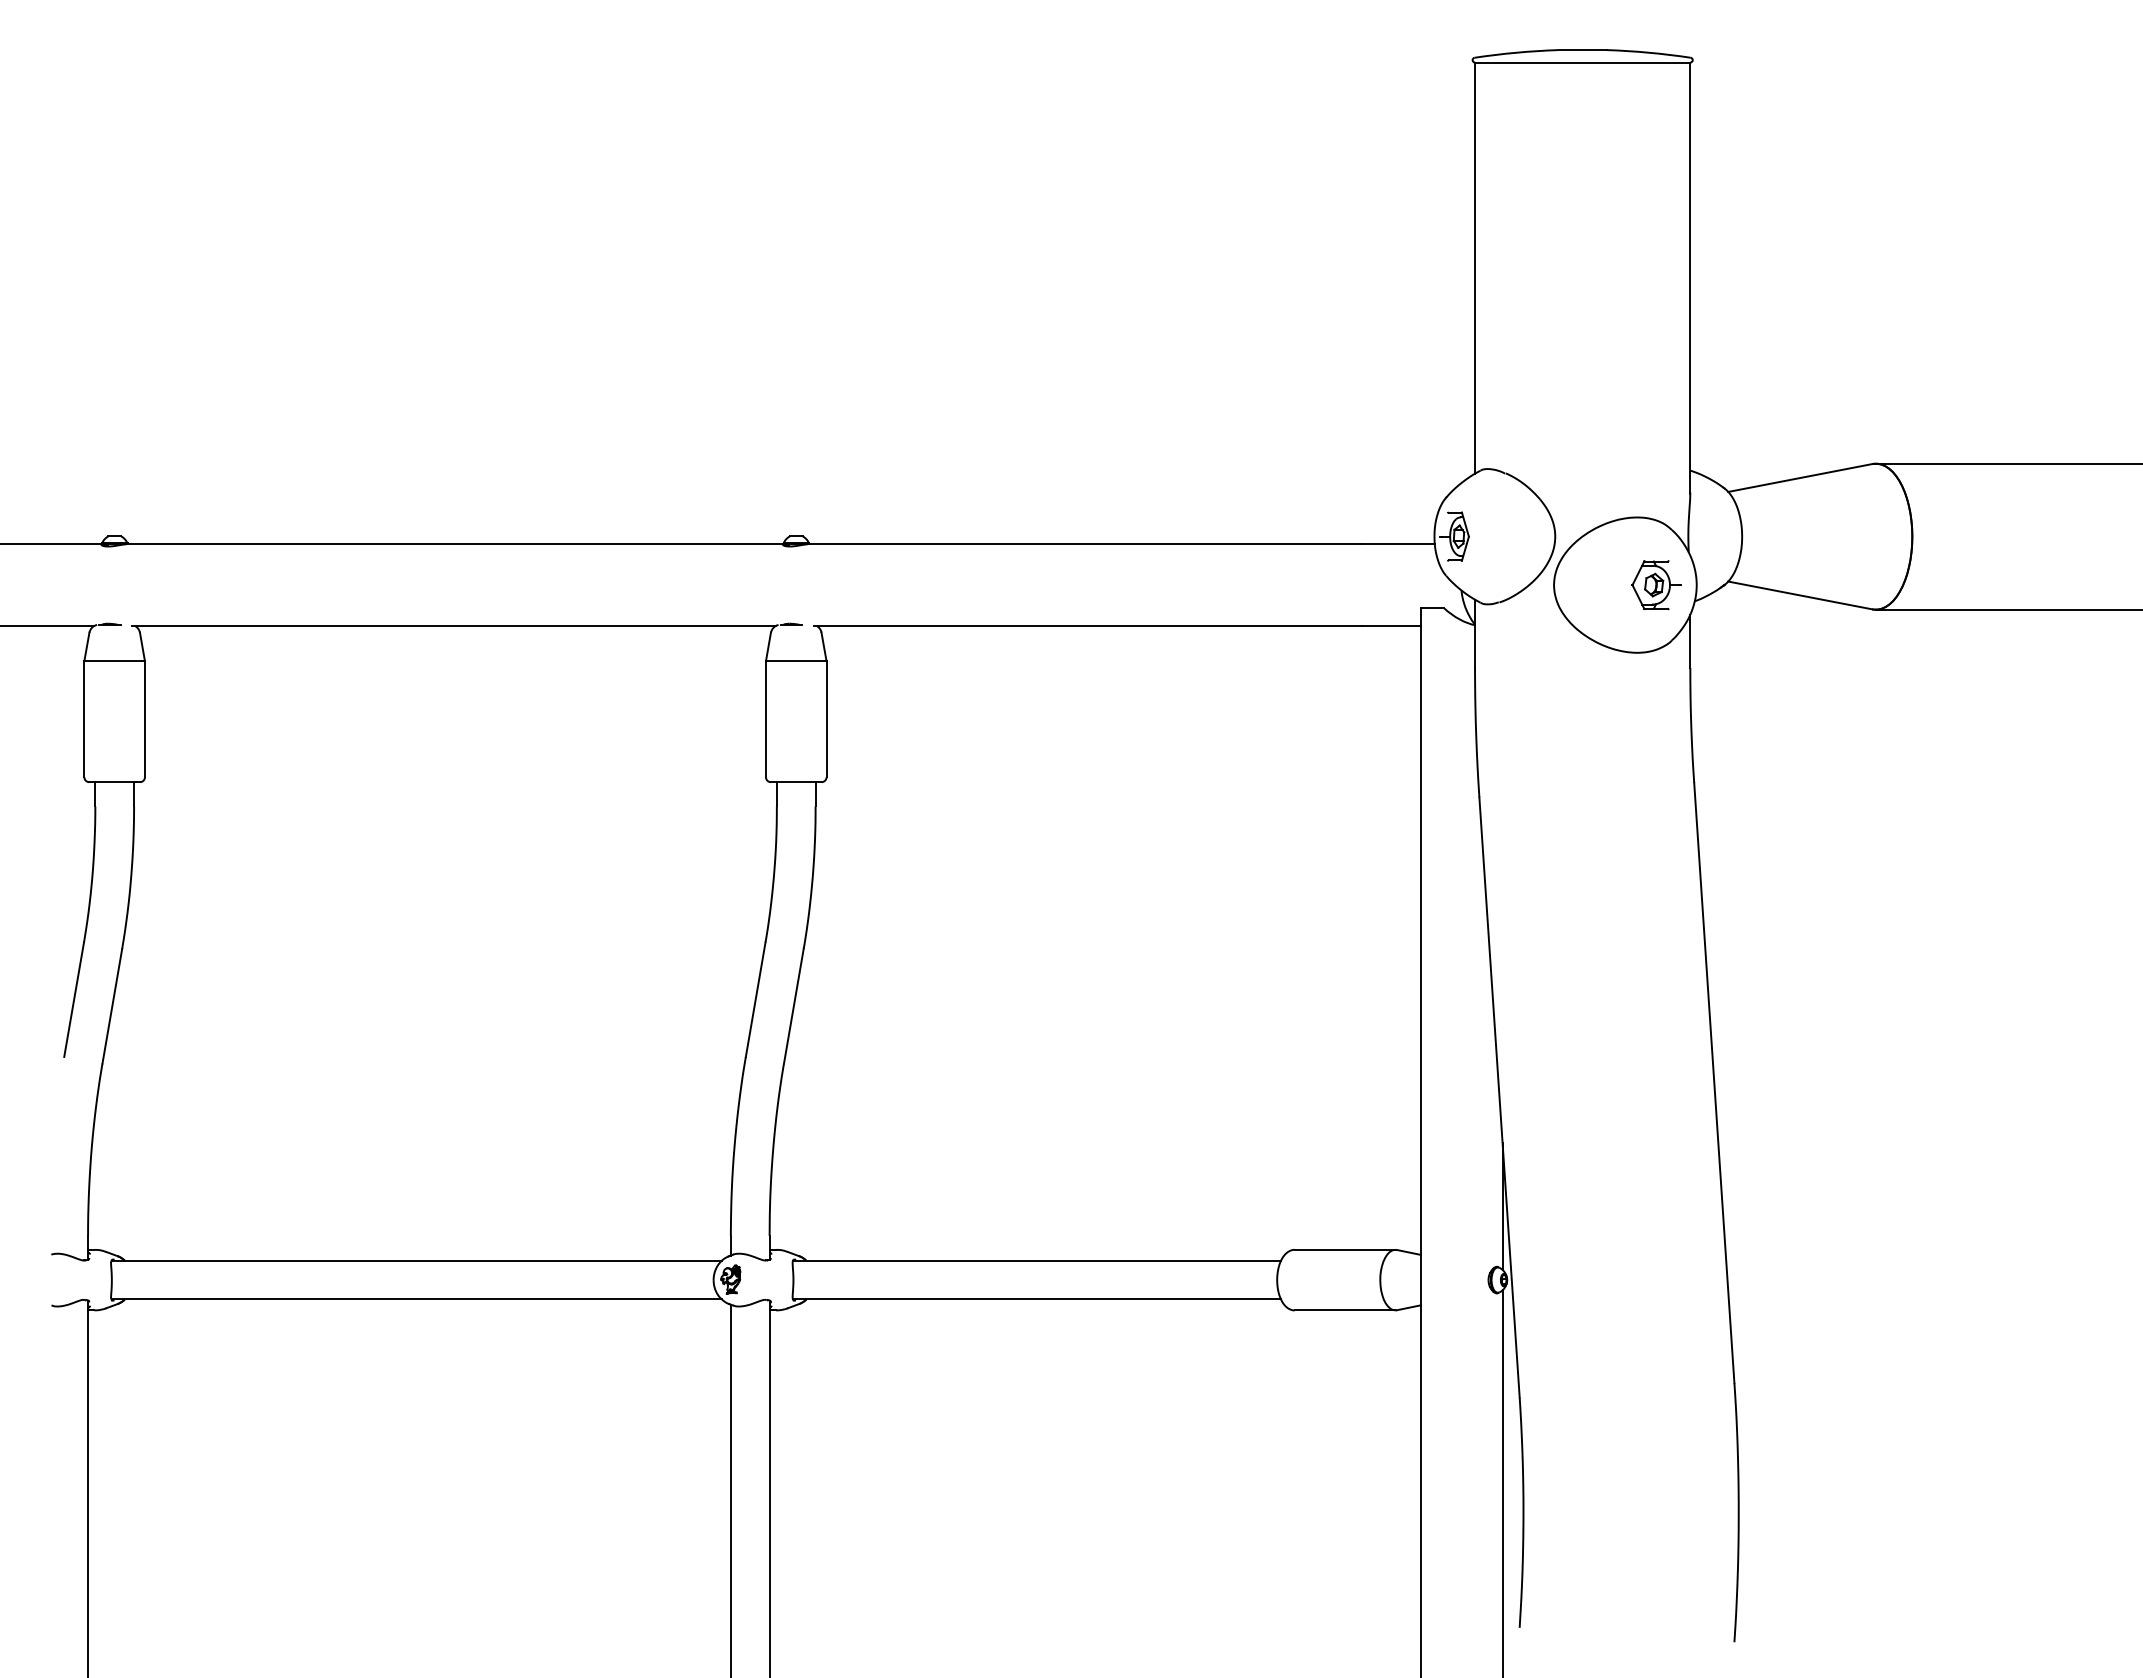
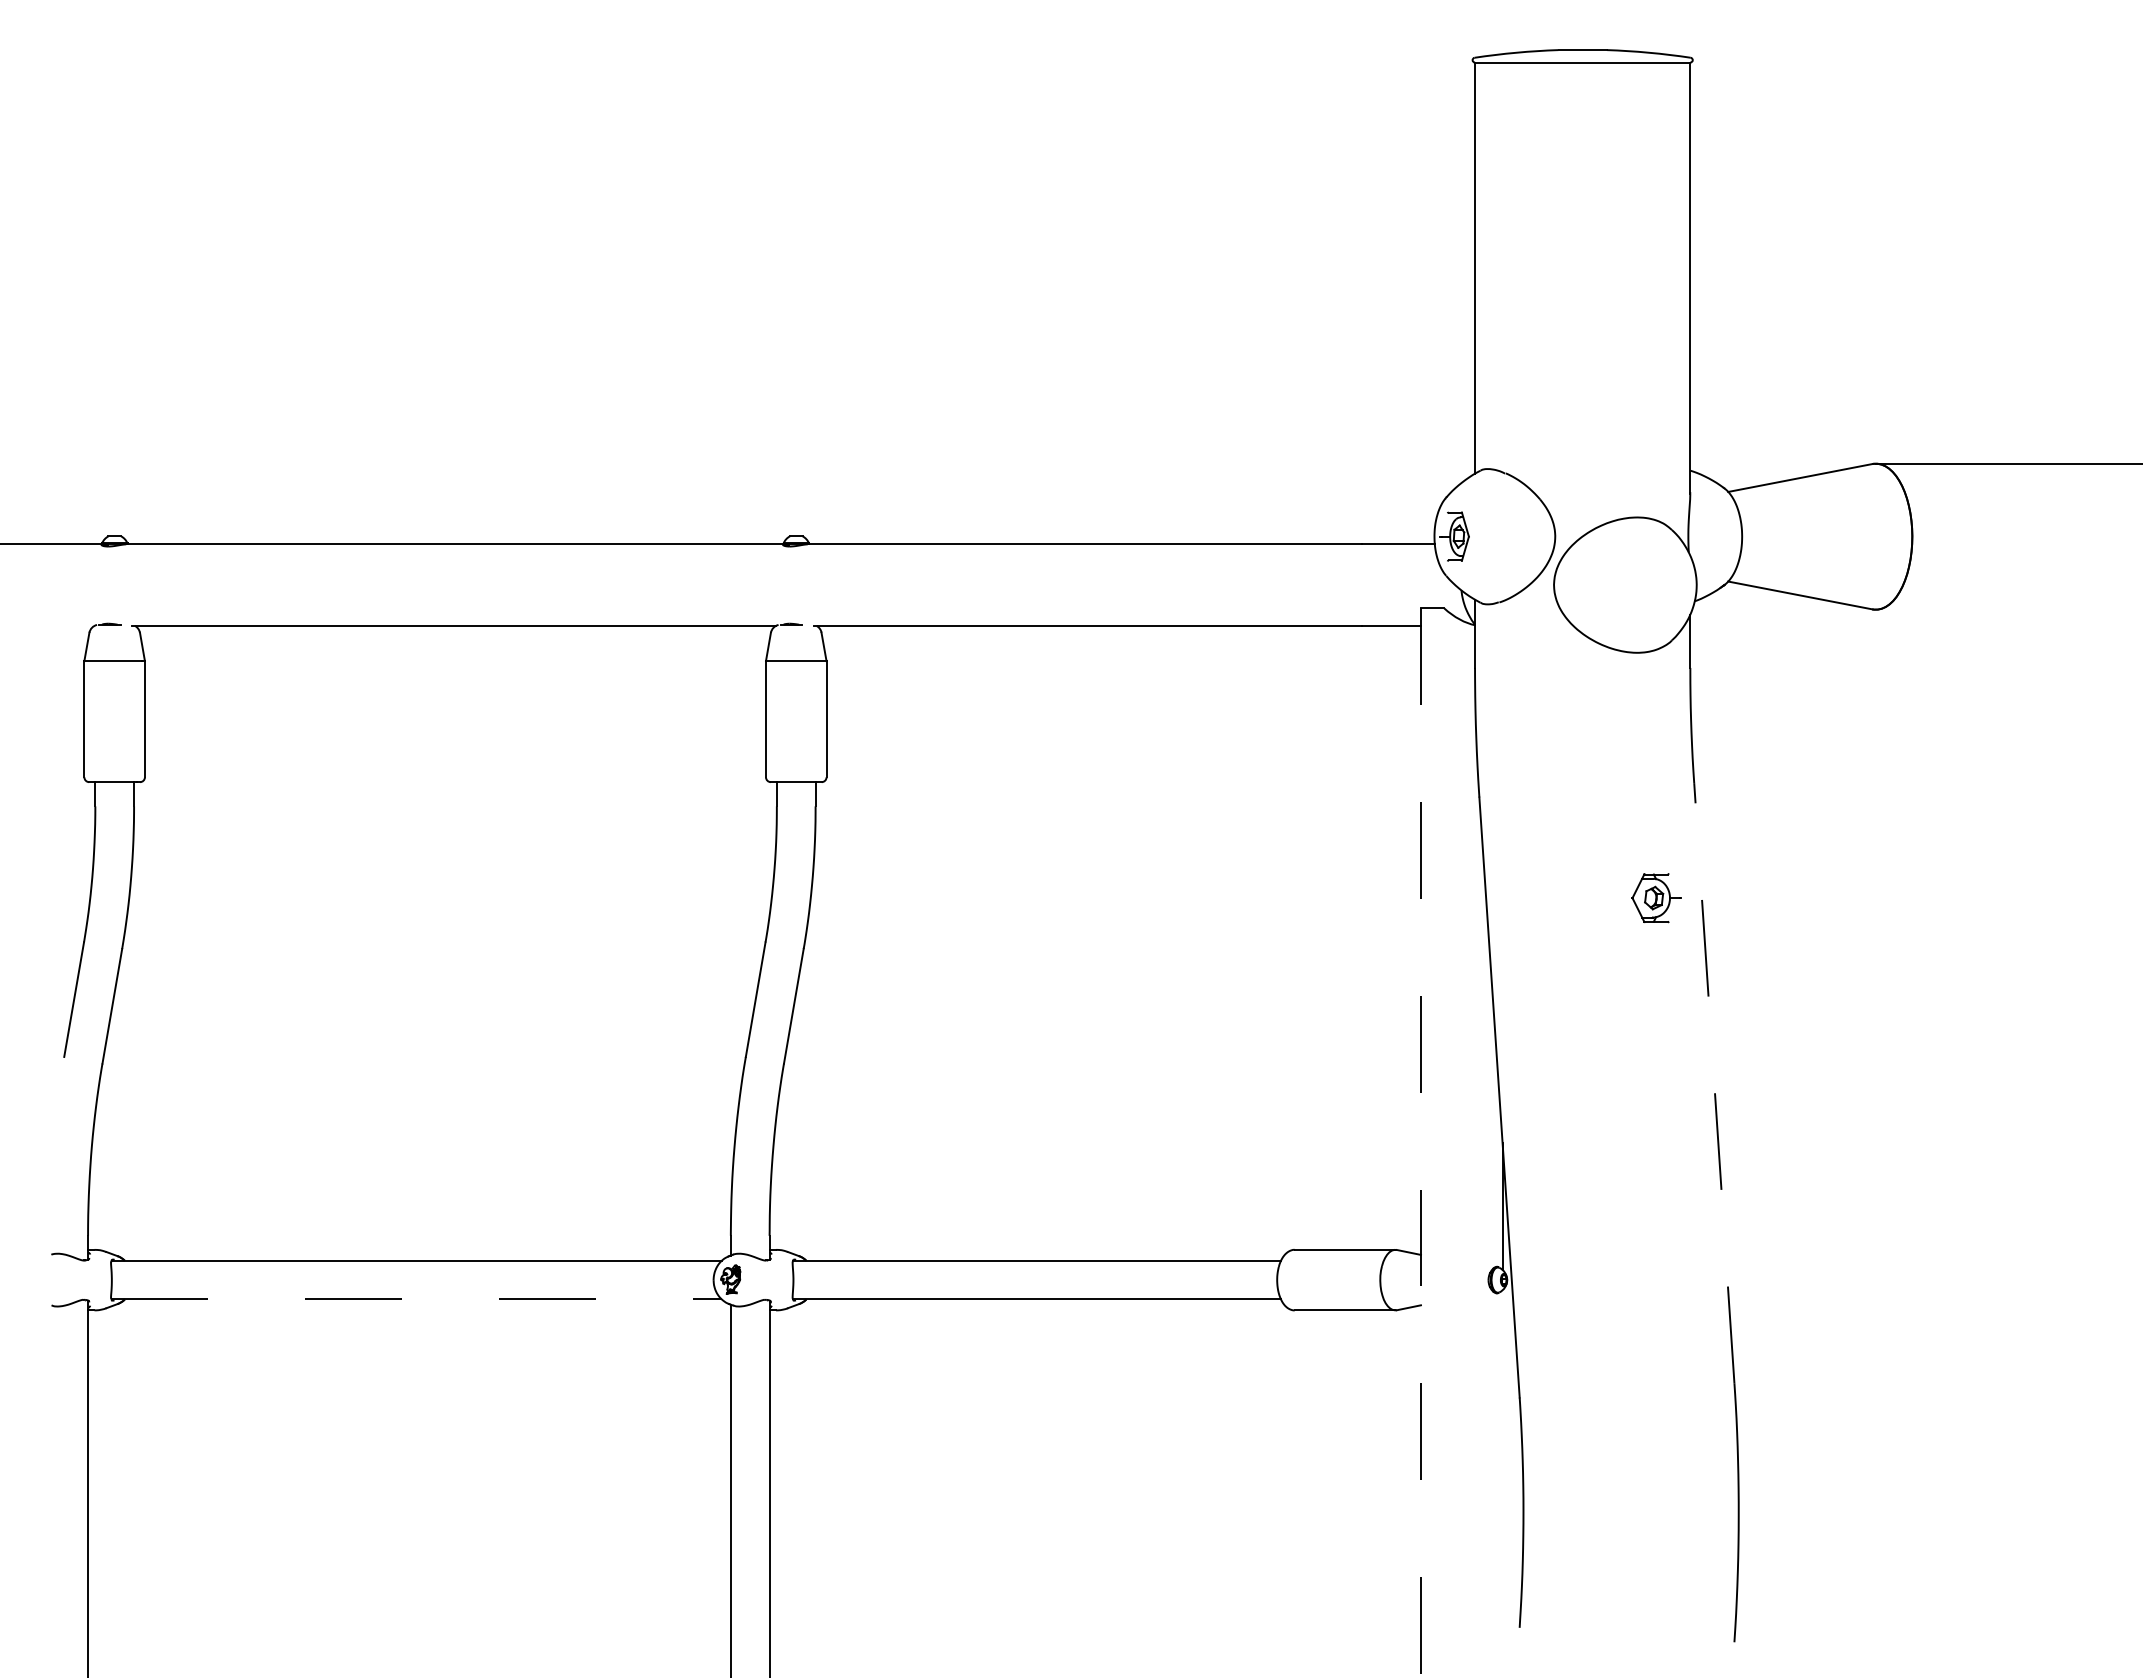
part at (1656, 585) position: (1656, 585) -> (1656, 898)
line at (2007, 609): present -> none
line at (48, 625): present -> none
line at (1714, 1083): solid -> dashed
line at (1420, 1143): solid -> dashed
line at (417, 1299): solid -> dashed
line at (1502, 1482): present -> none
